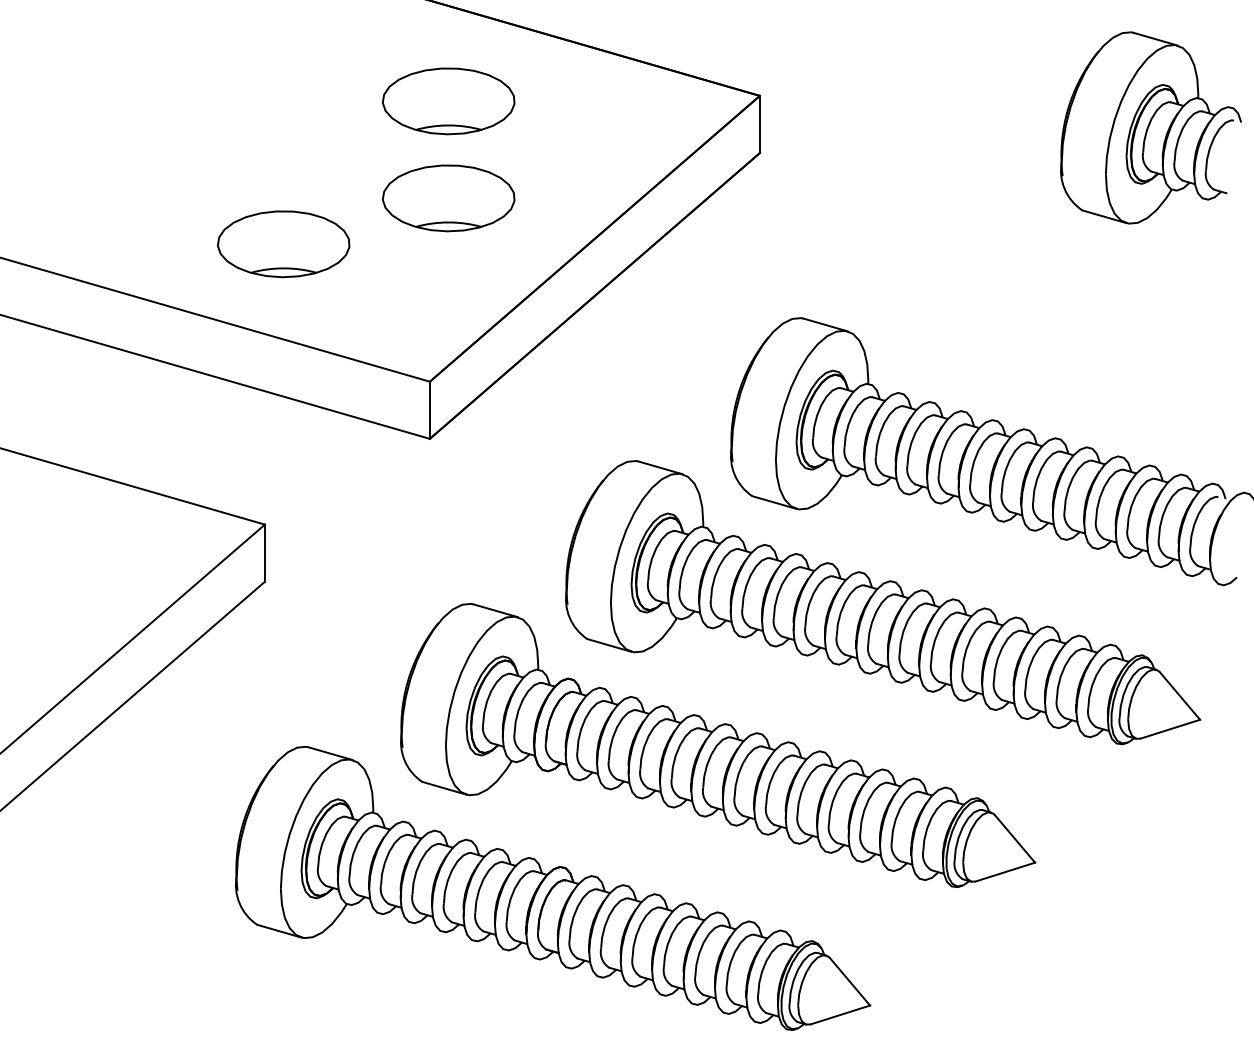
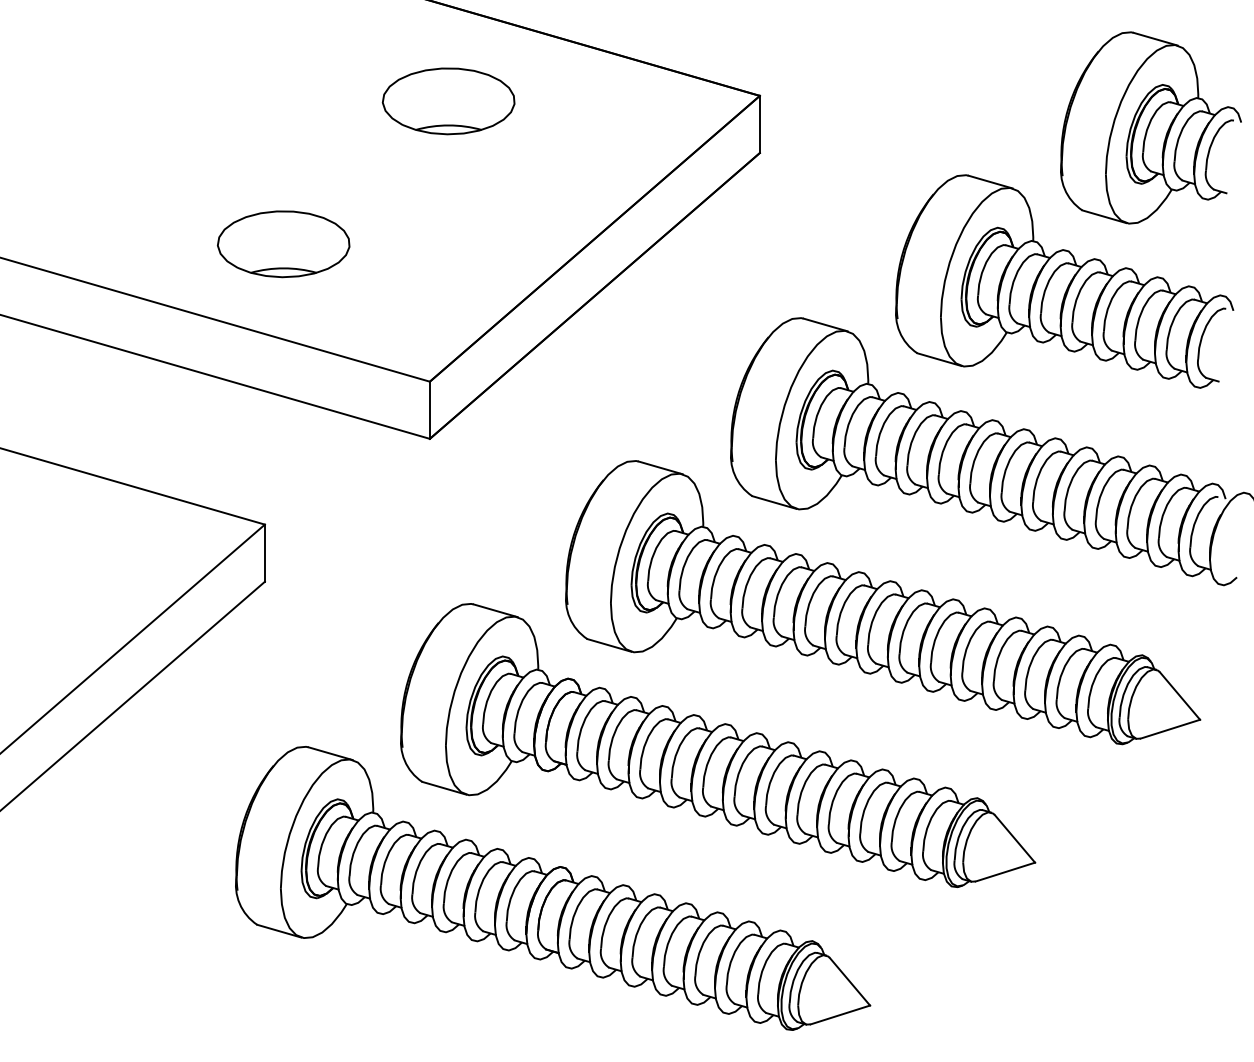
part at (448, 198): present -> none
part at (1064, 281): none -> present
